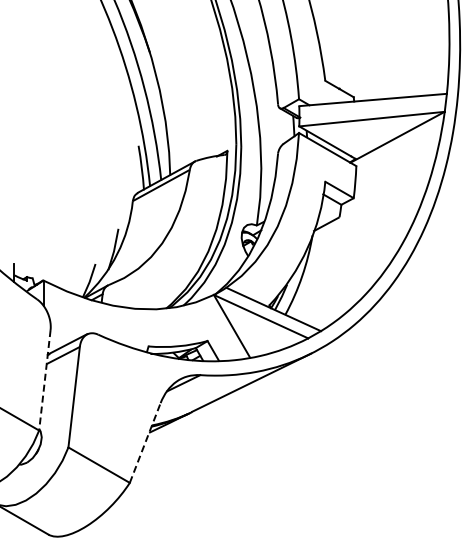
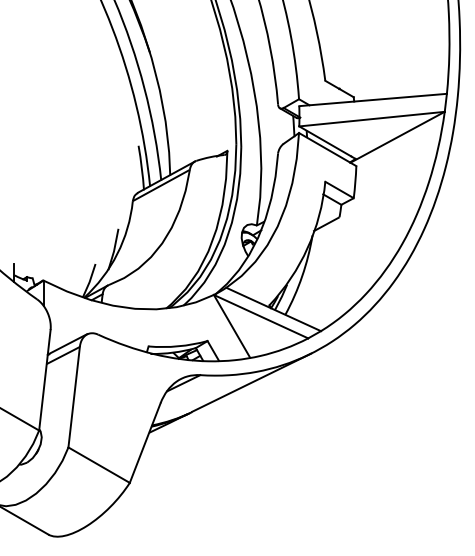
line at (44, 380): dashed -> solid
line at (145, 443): dashed -> solid
